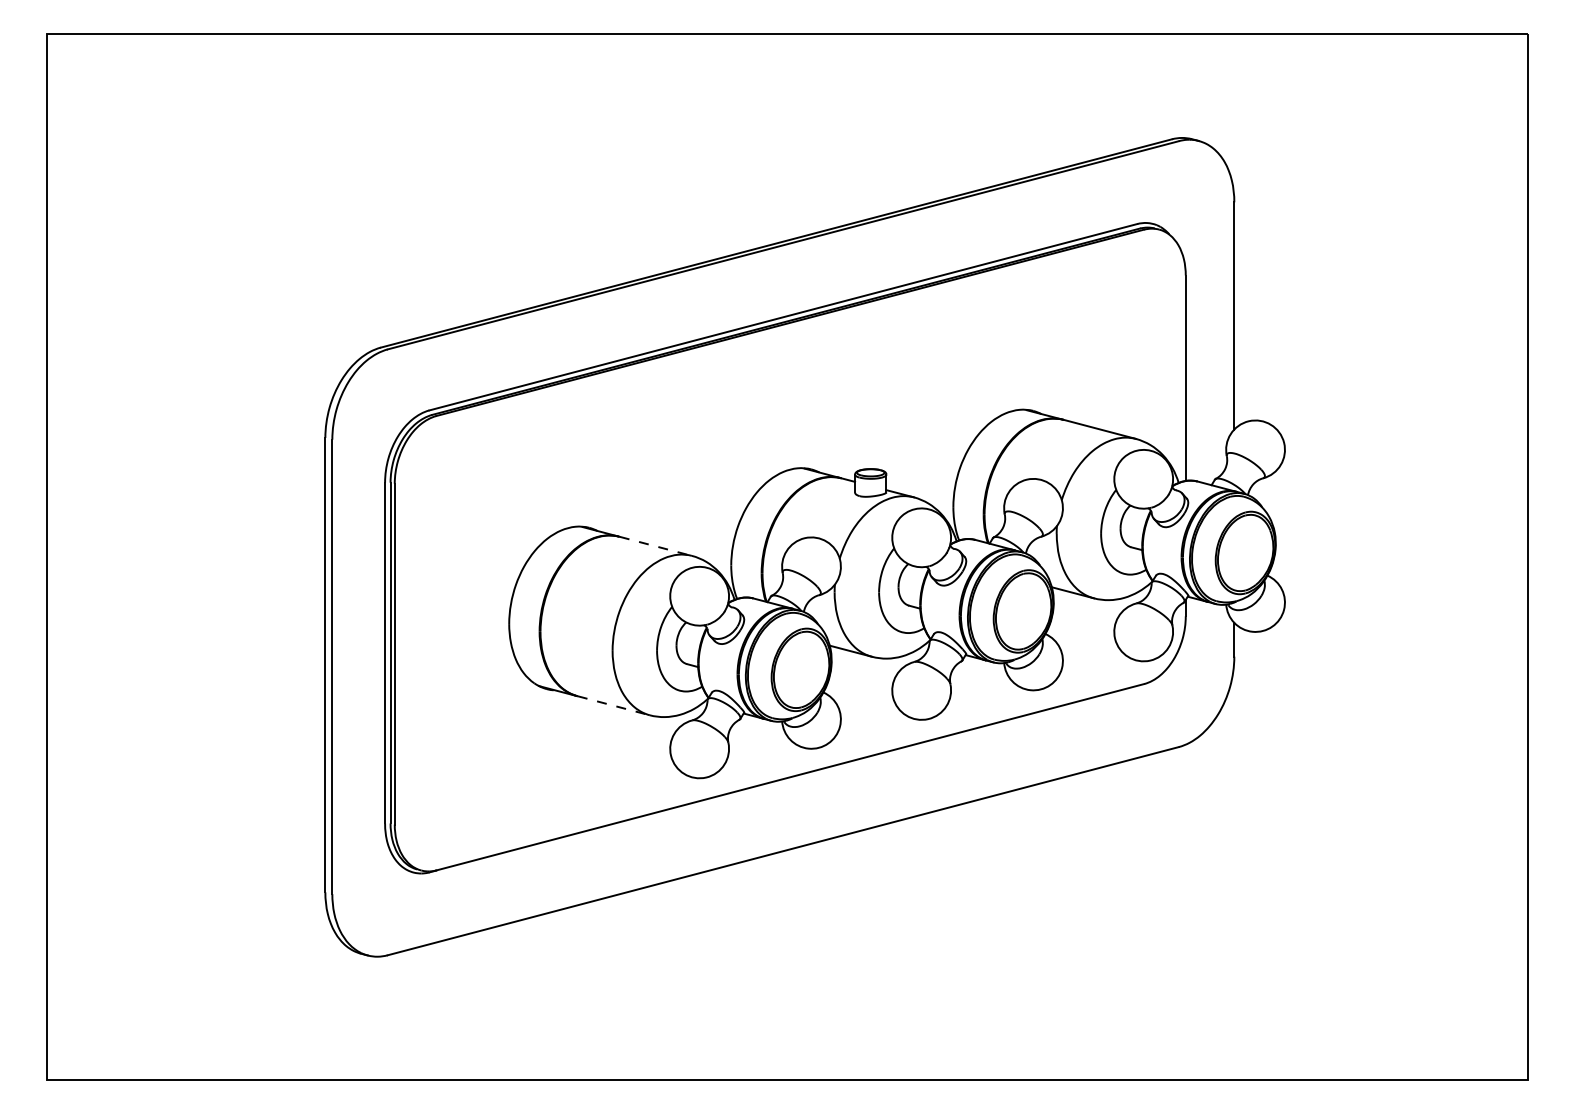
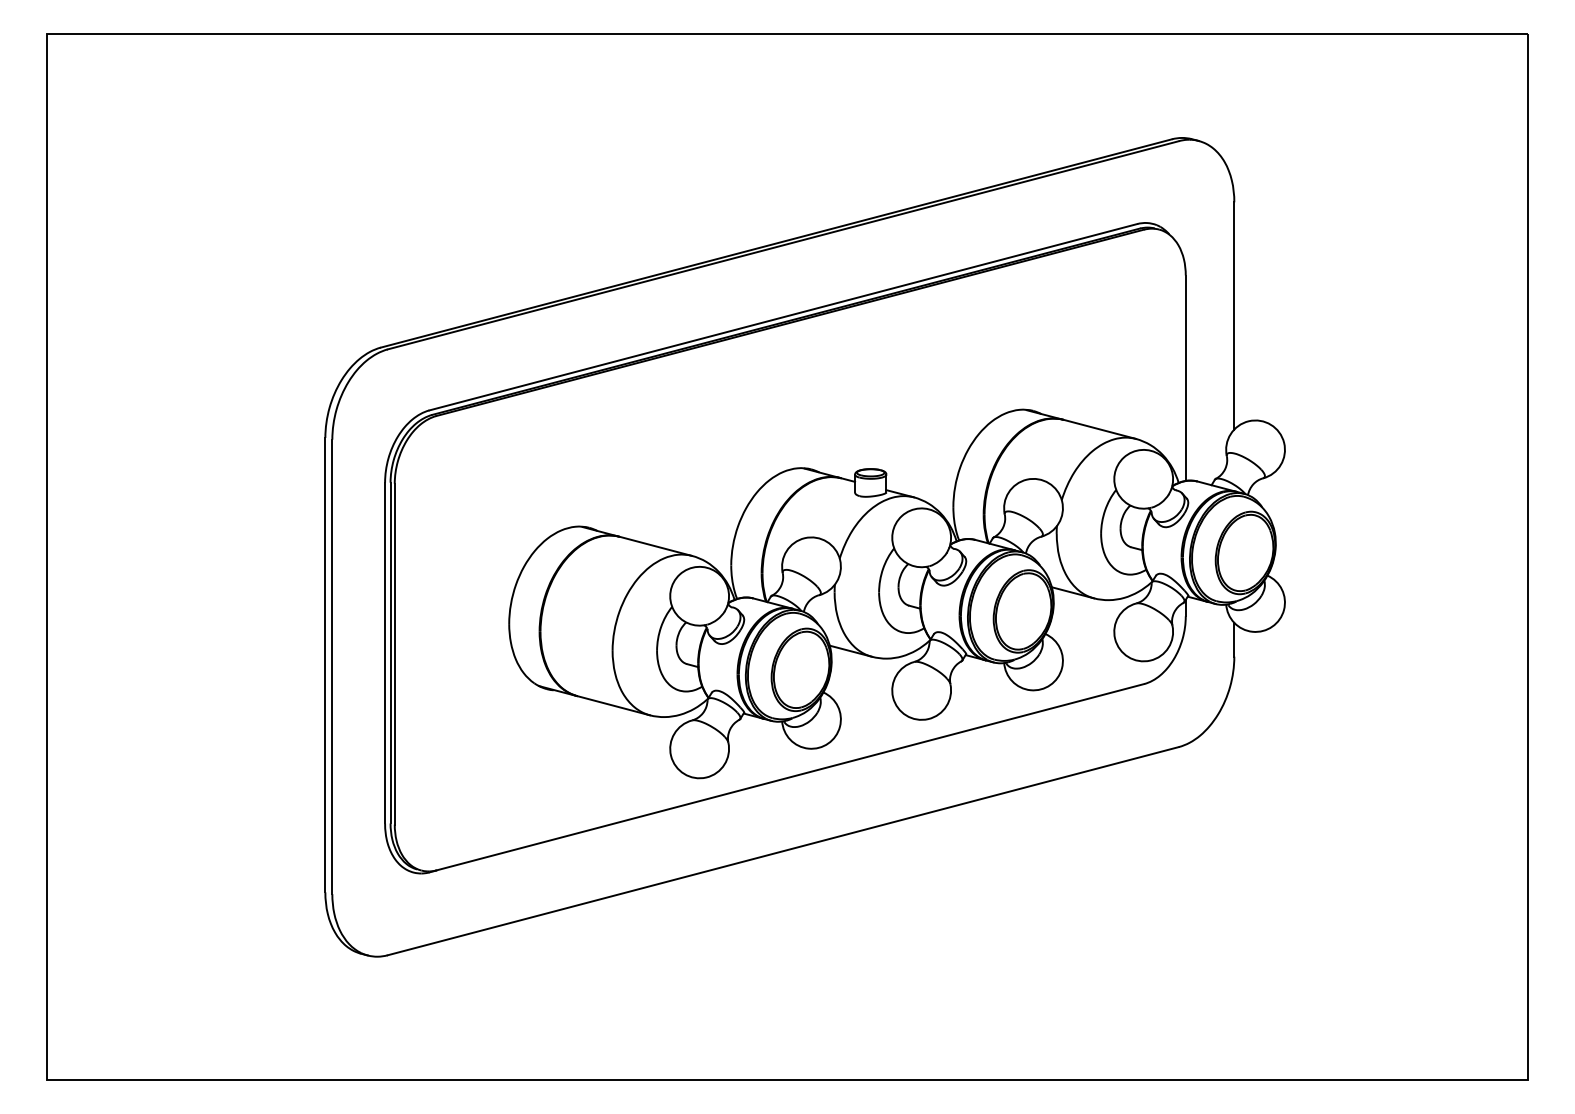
line at (656, 546): dashed -> solid
line at (614, 705): dashed -> solid
